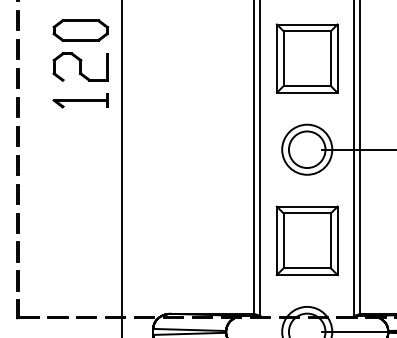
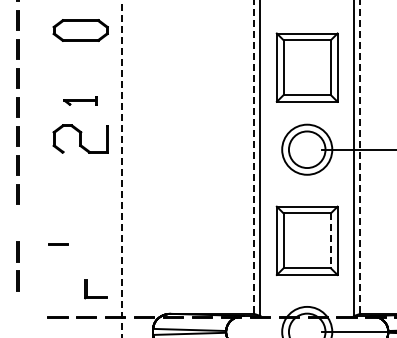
part at (306, 58) position: (306, 58) -> (306, 67)
part at (80, 66) position: (80, 66) -> (80, 138)
part at (80, 100) size: 57x16 px -> 35x10 px
line at (254, 157): solid -> dashed
line at (360, 157): solid -> dashed
line at (122, 169): solid -> dashed
line at (17, 223): present -> none
line at (330, 241): solid -> dashed
line at (58, 244): none -> present
part at (27, 316) position: (27, 316) -> (95, 296)
